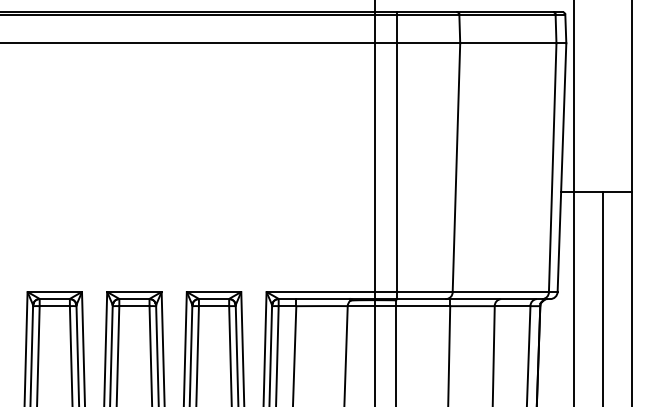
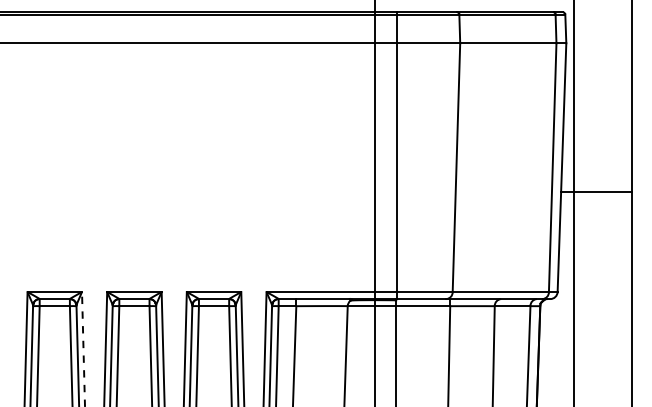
line at (603, 297): present -> none
line at (83, 348): solid -> dashed
